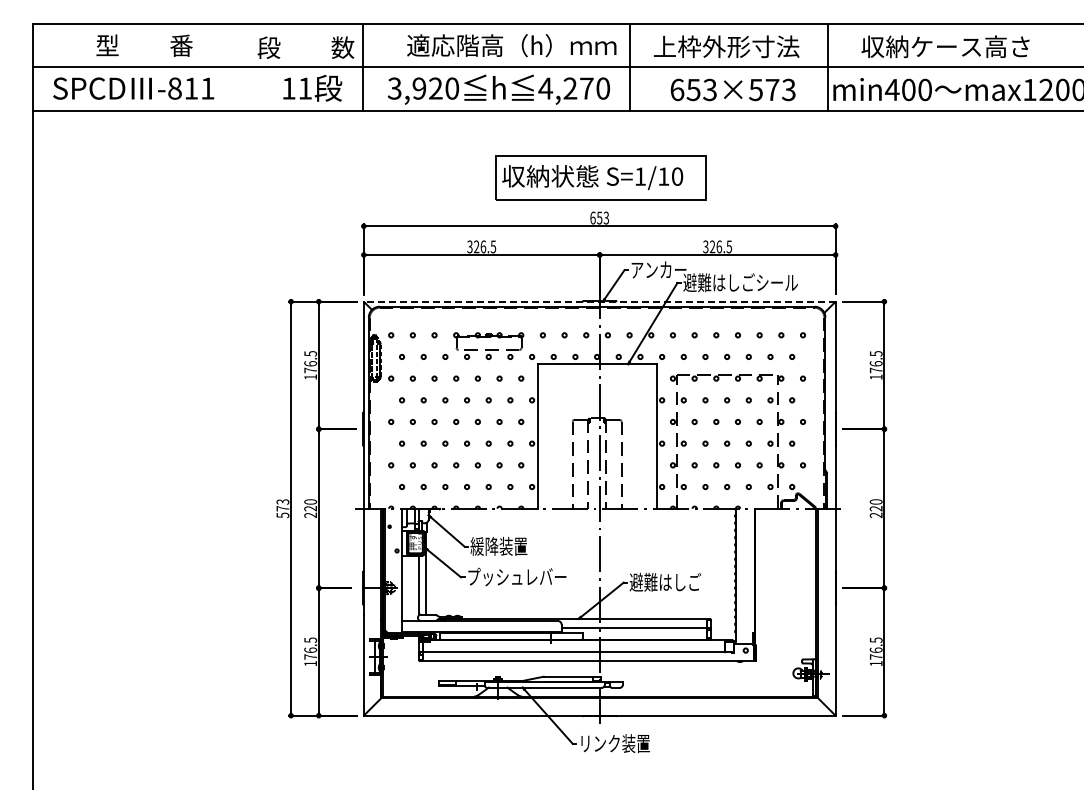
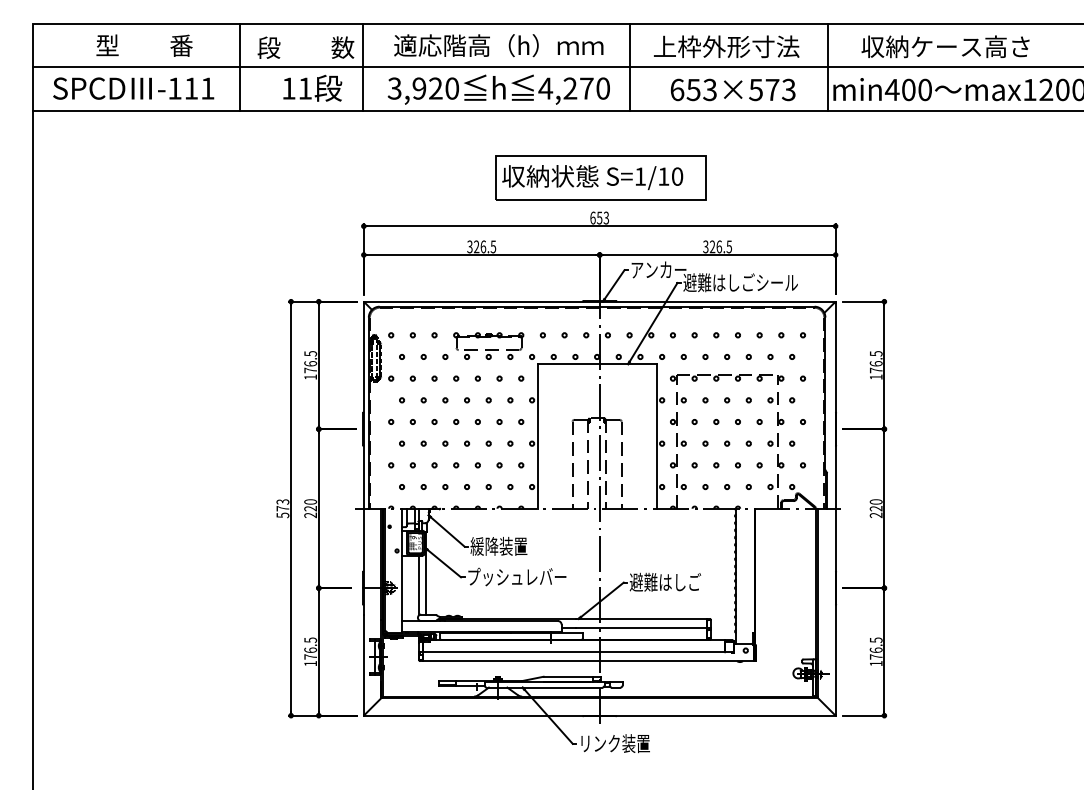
text at (511, 45) position: (511, 45) -> (498, 45)
line at (239, 66): none -> present
text at (174, 88): -811 -> -111
line at (599, 301): dashed -> solid
